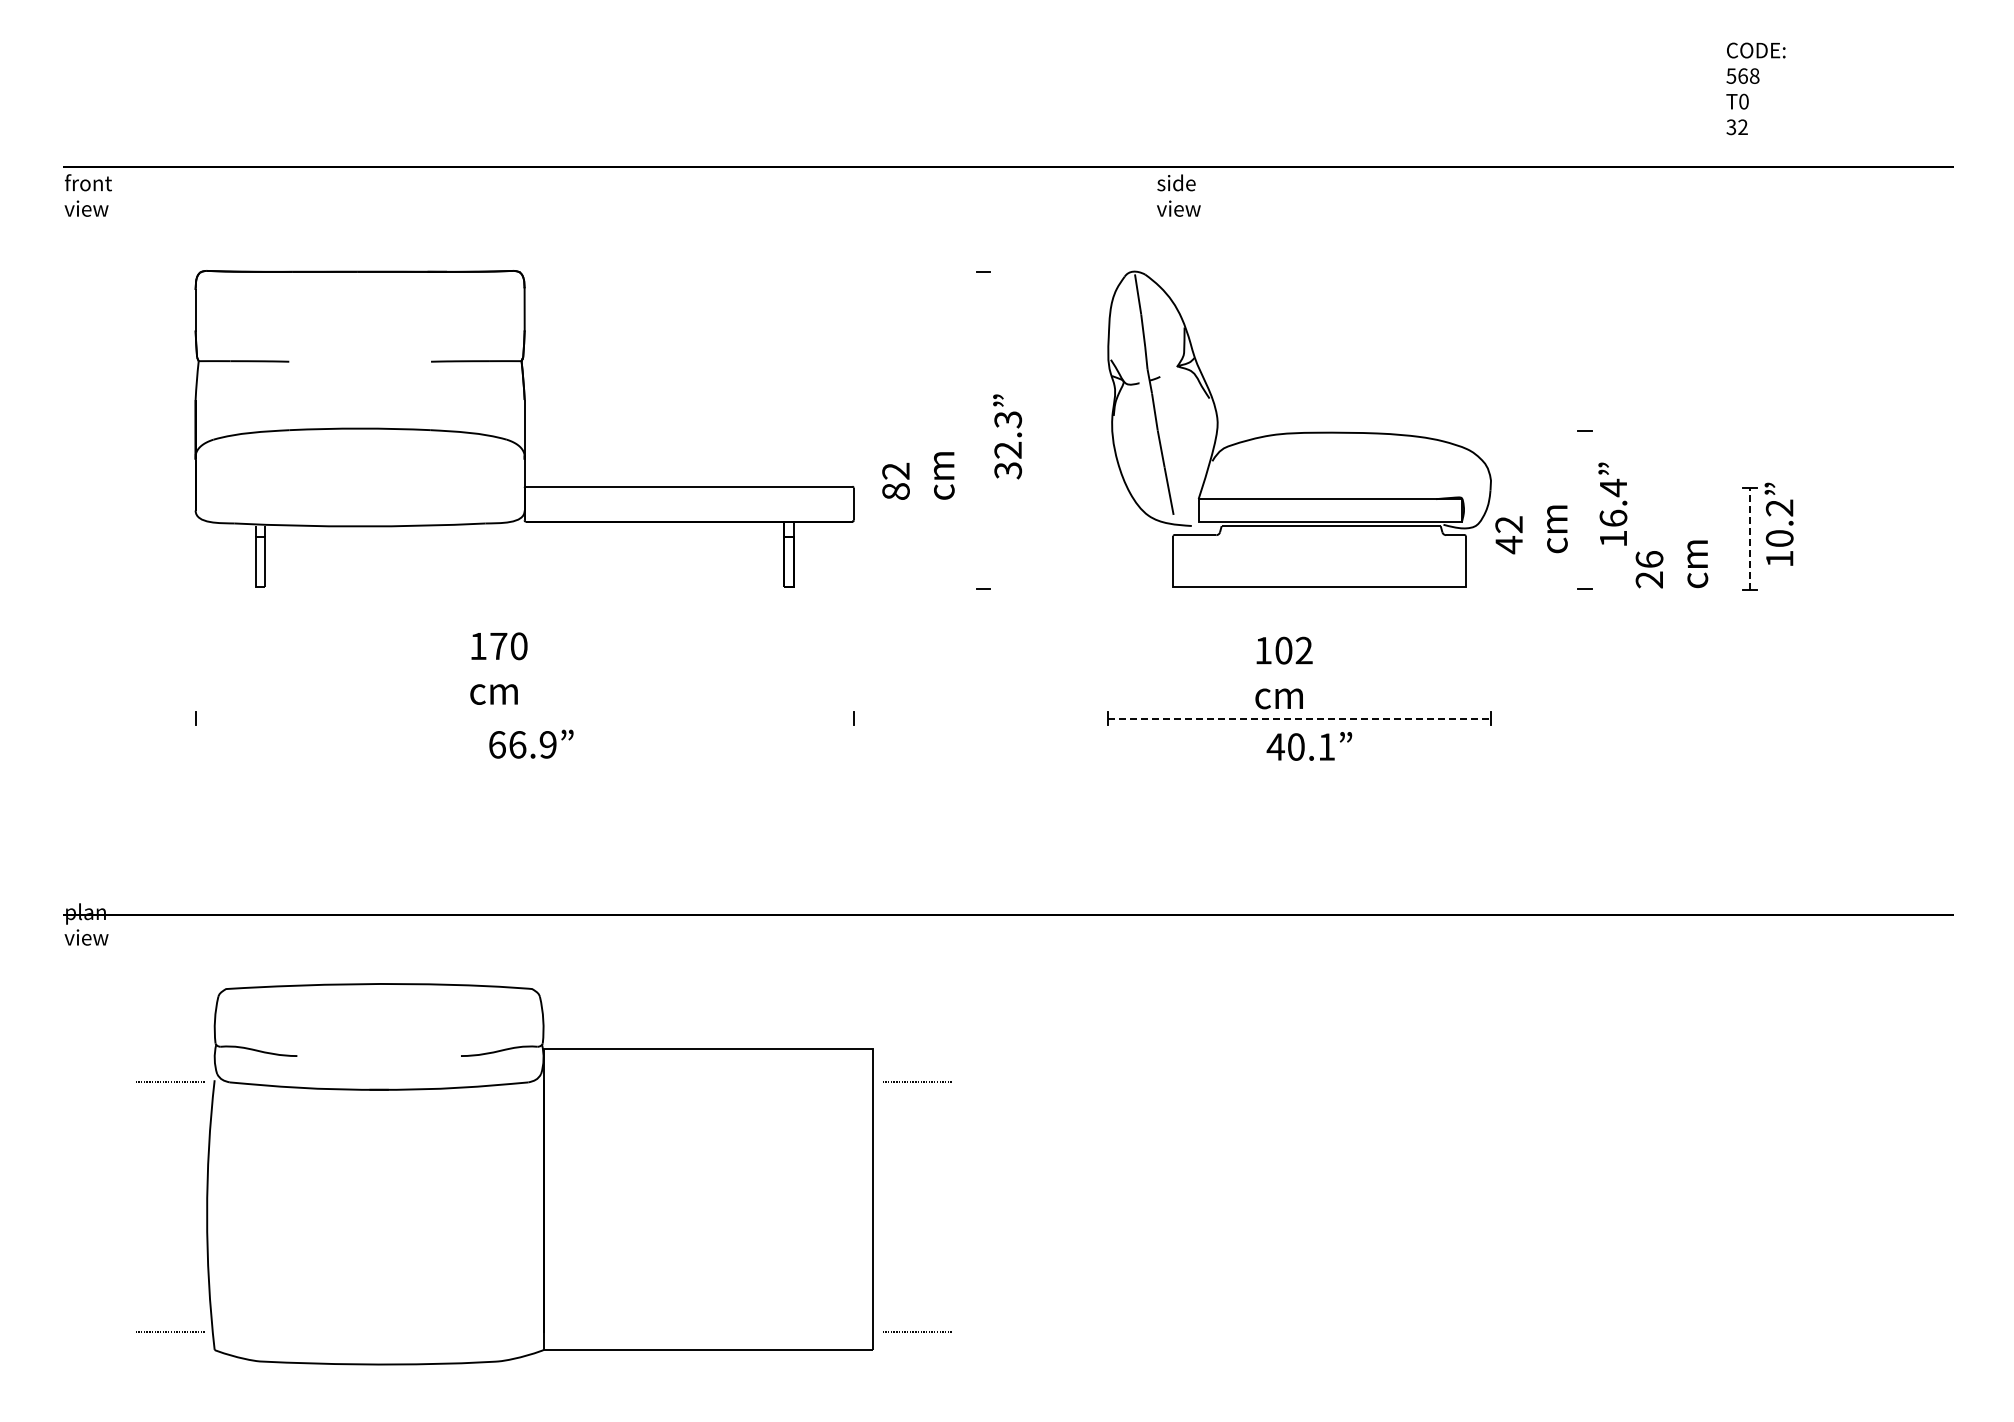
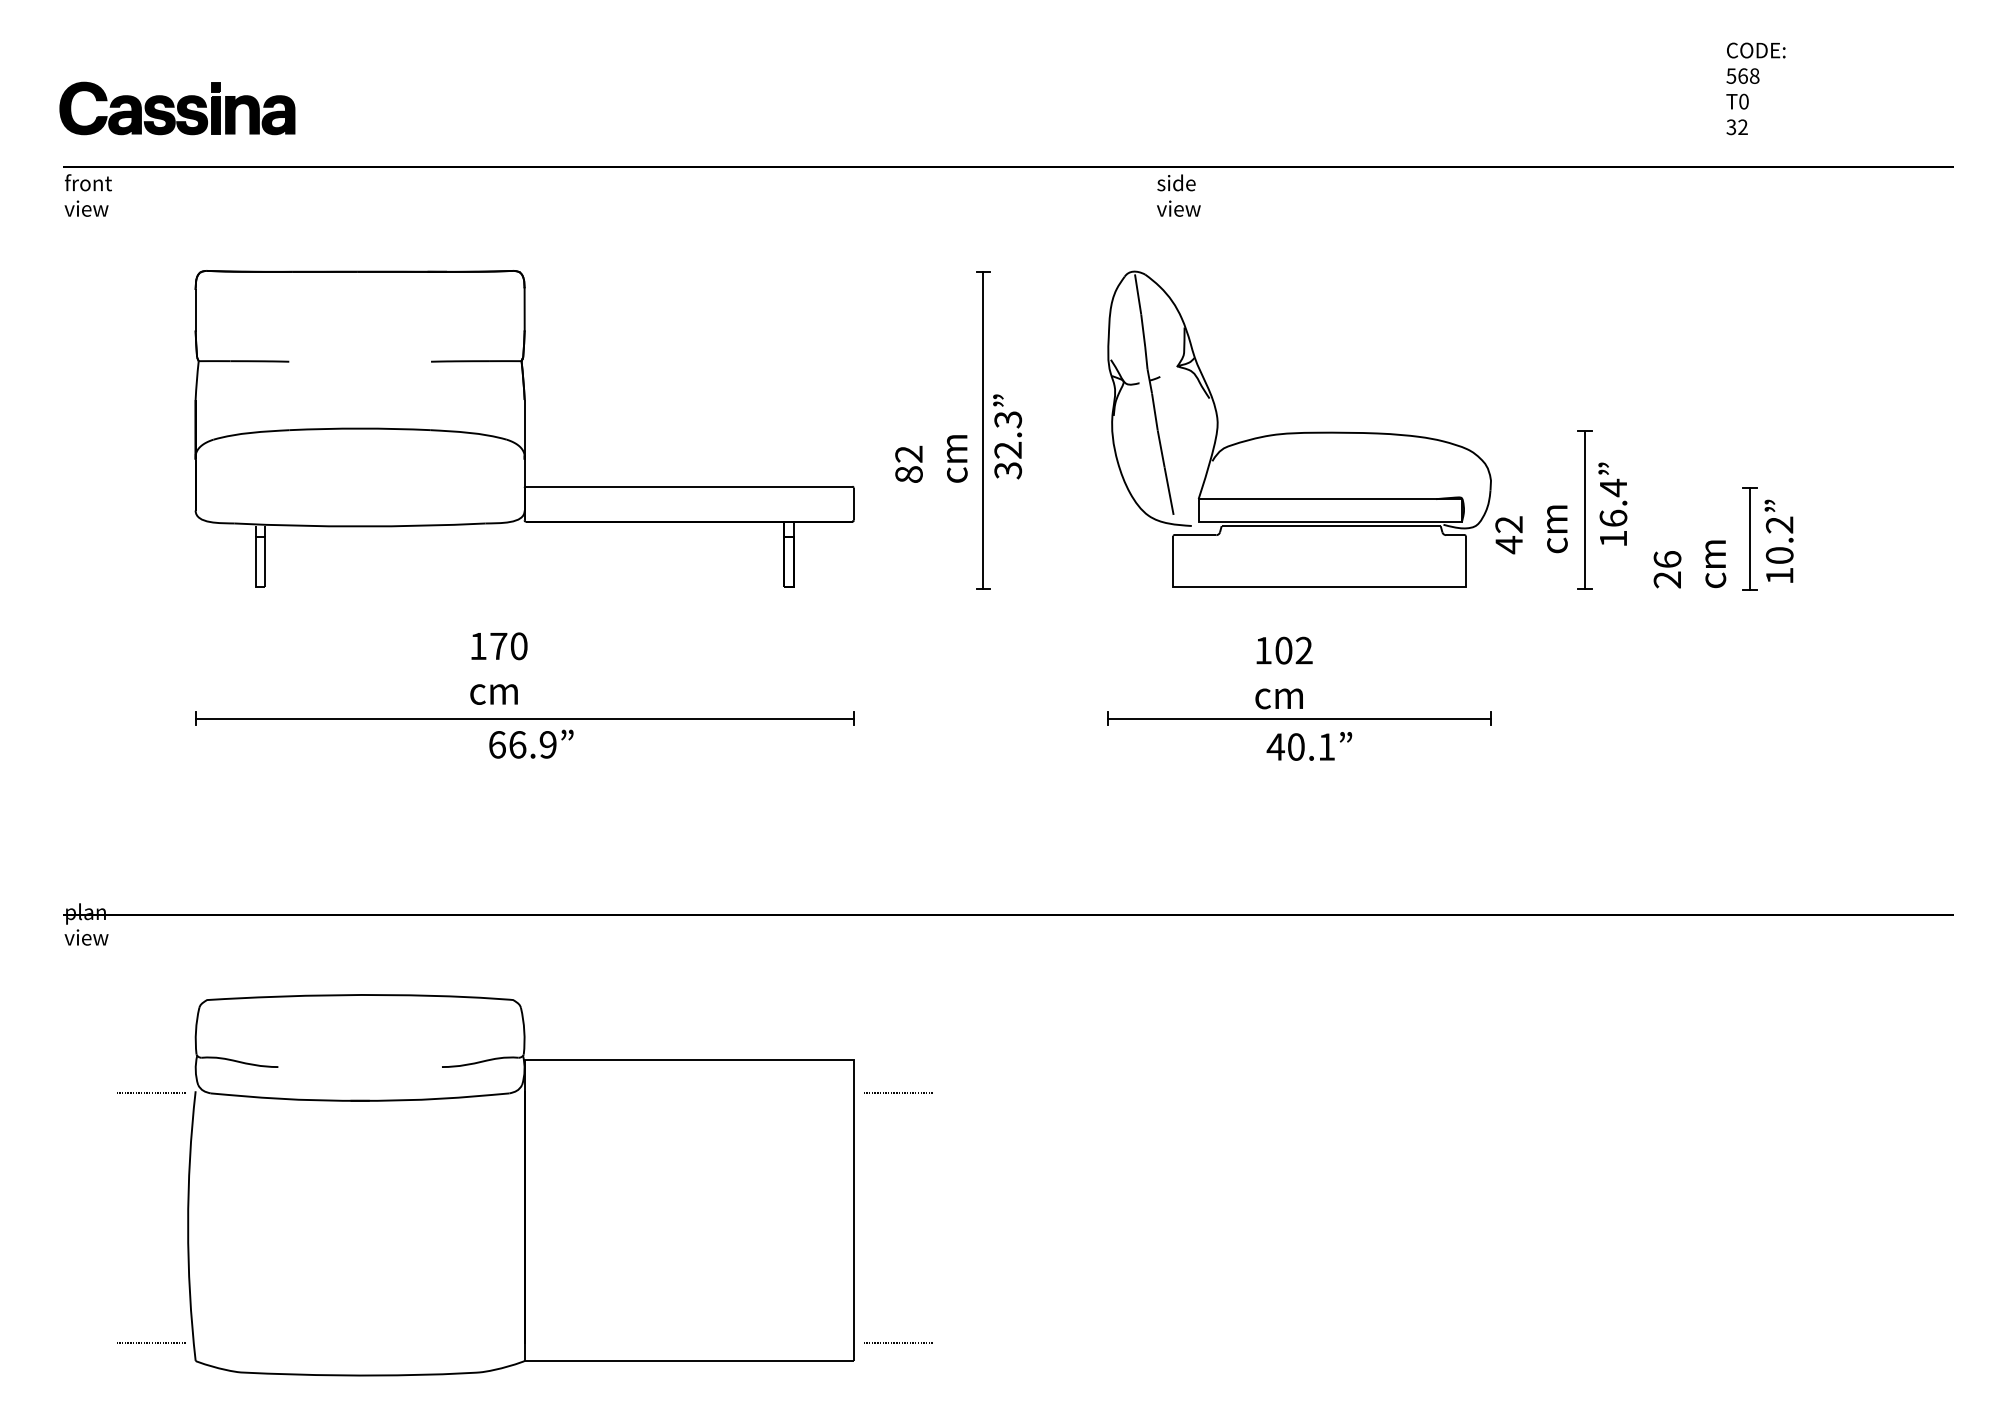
part at (177, 108): none -> present
line at (983, 430): none -> present
text at (918, 475) position: (918, 475) -> (931, 458)
line at (1584, 509): none -> present
text at (1778, 523) position: (1778, 523) -> (1778, 540)
line at (1750, 538): dashed -> solid
text at (1671, 564) position: (1671, 564) -> (1689, 564)
line at (524, 718): none -> present
line at (1300, 718): dashed -> solid
part at (543, 1174) position: (543, 1174) -> (524, 1185)
